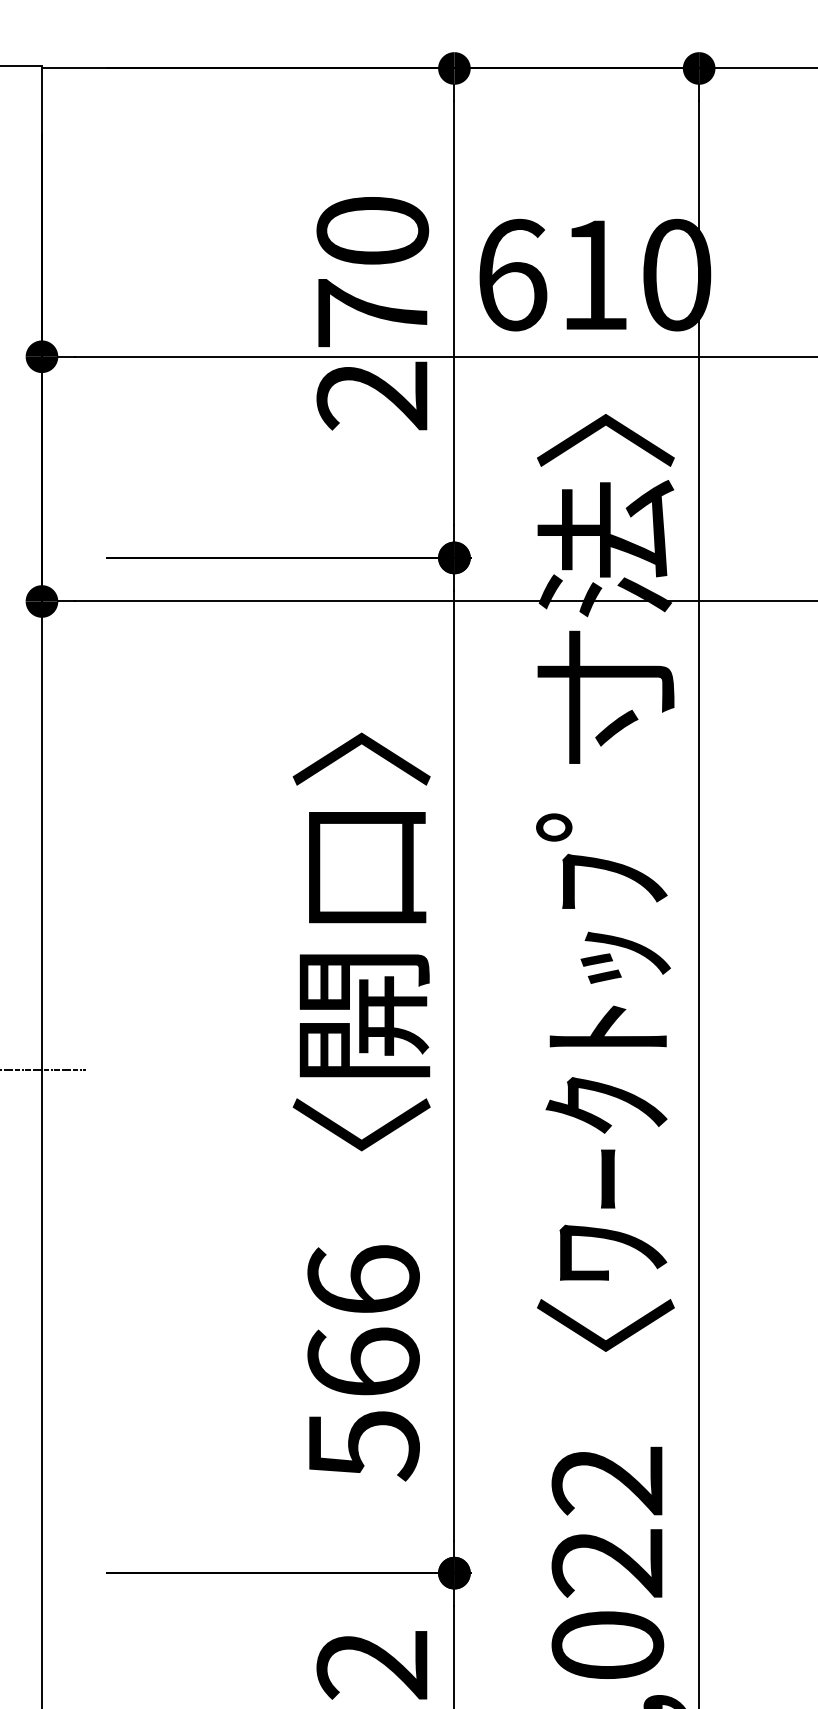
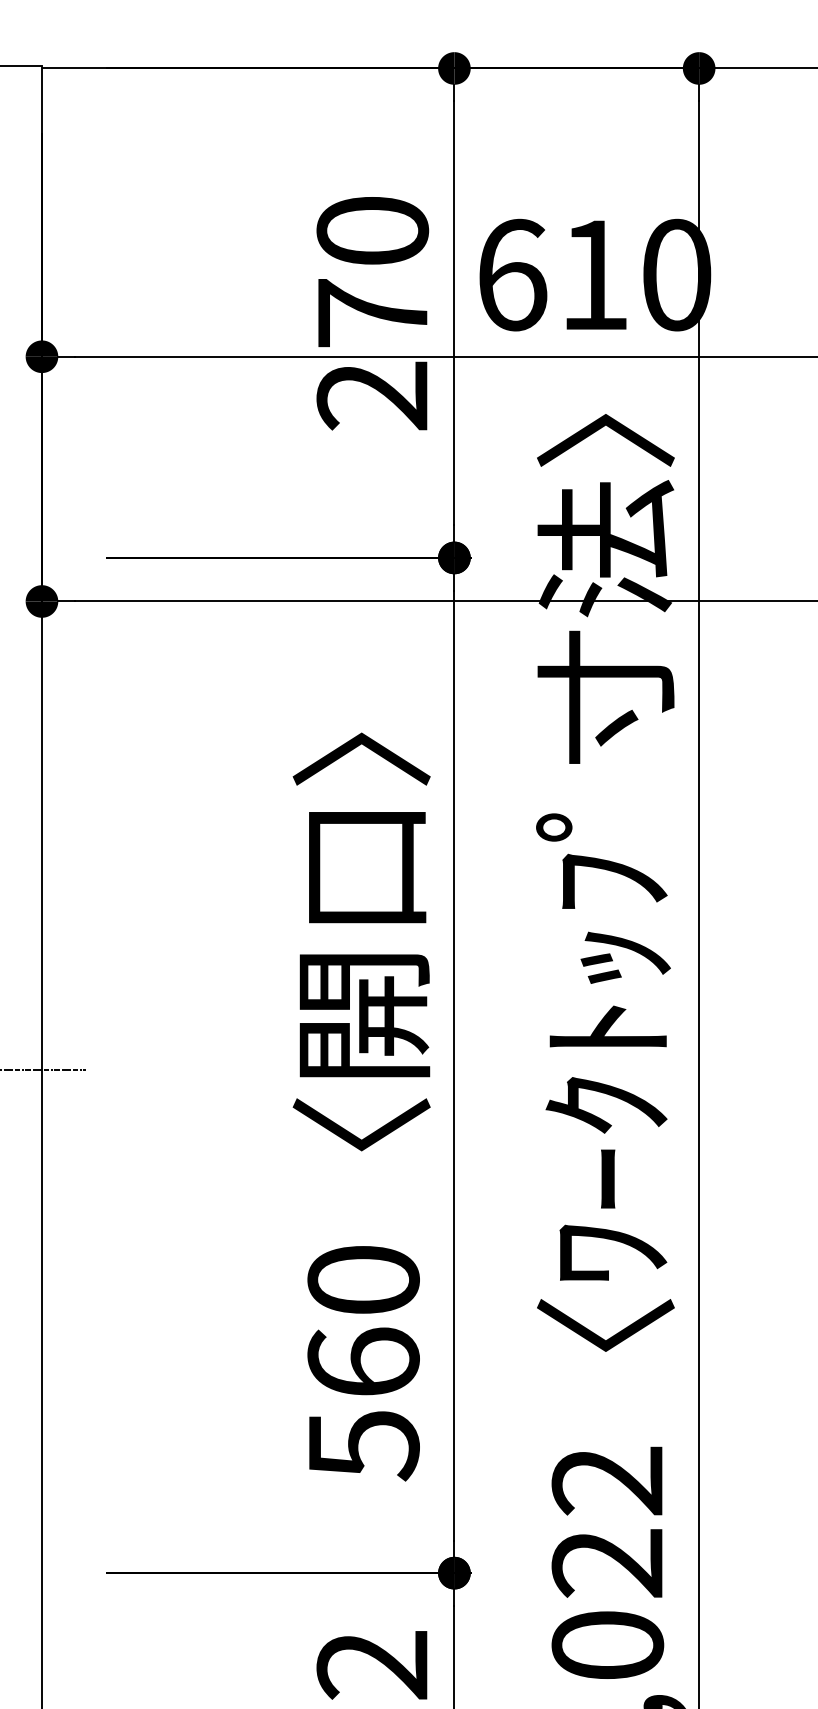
text at (363, 1279): 566 -> 560
